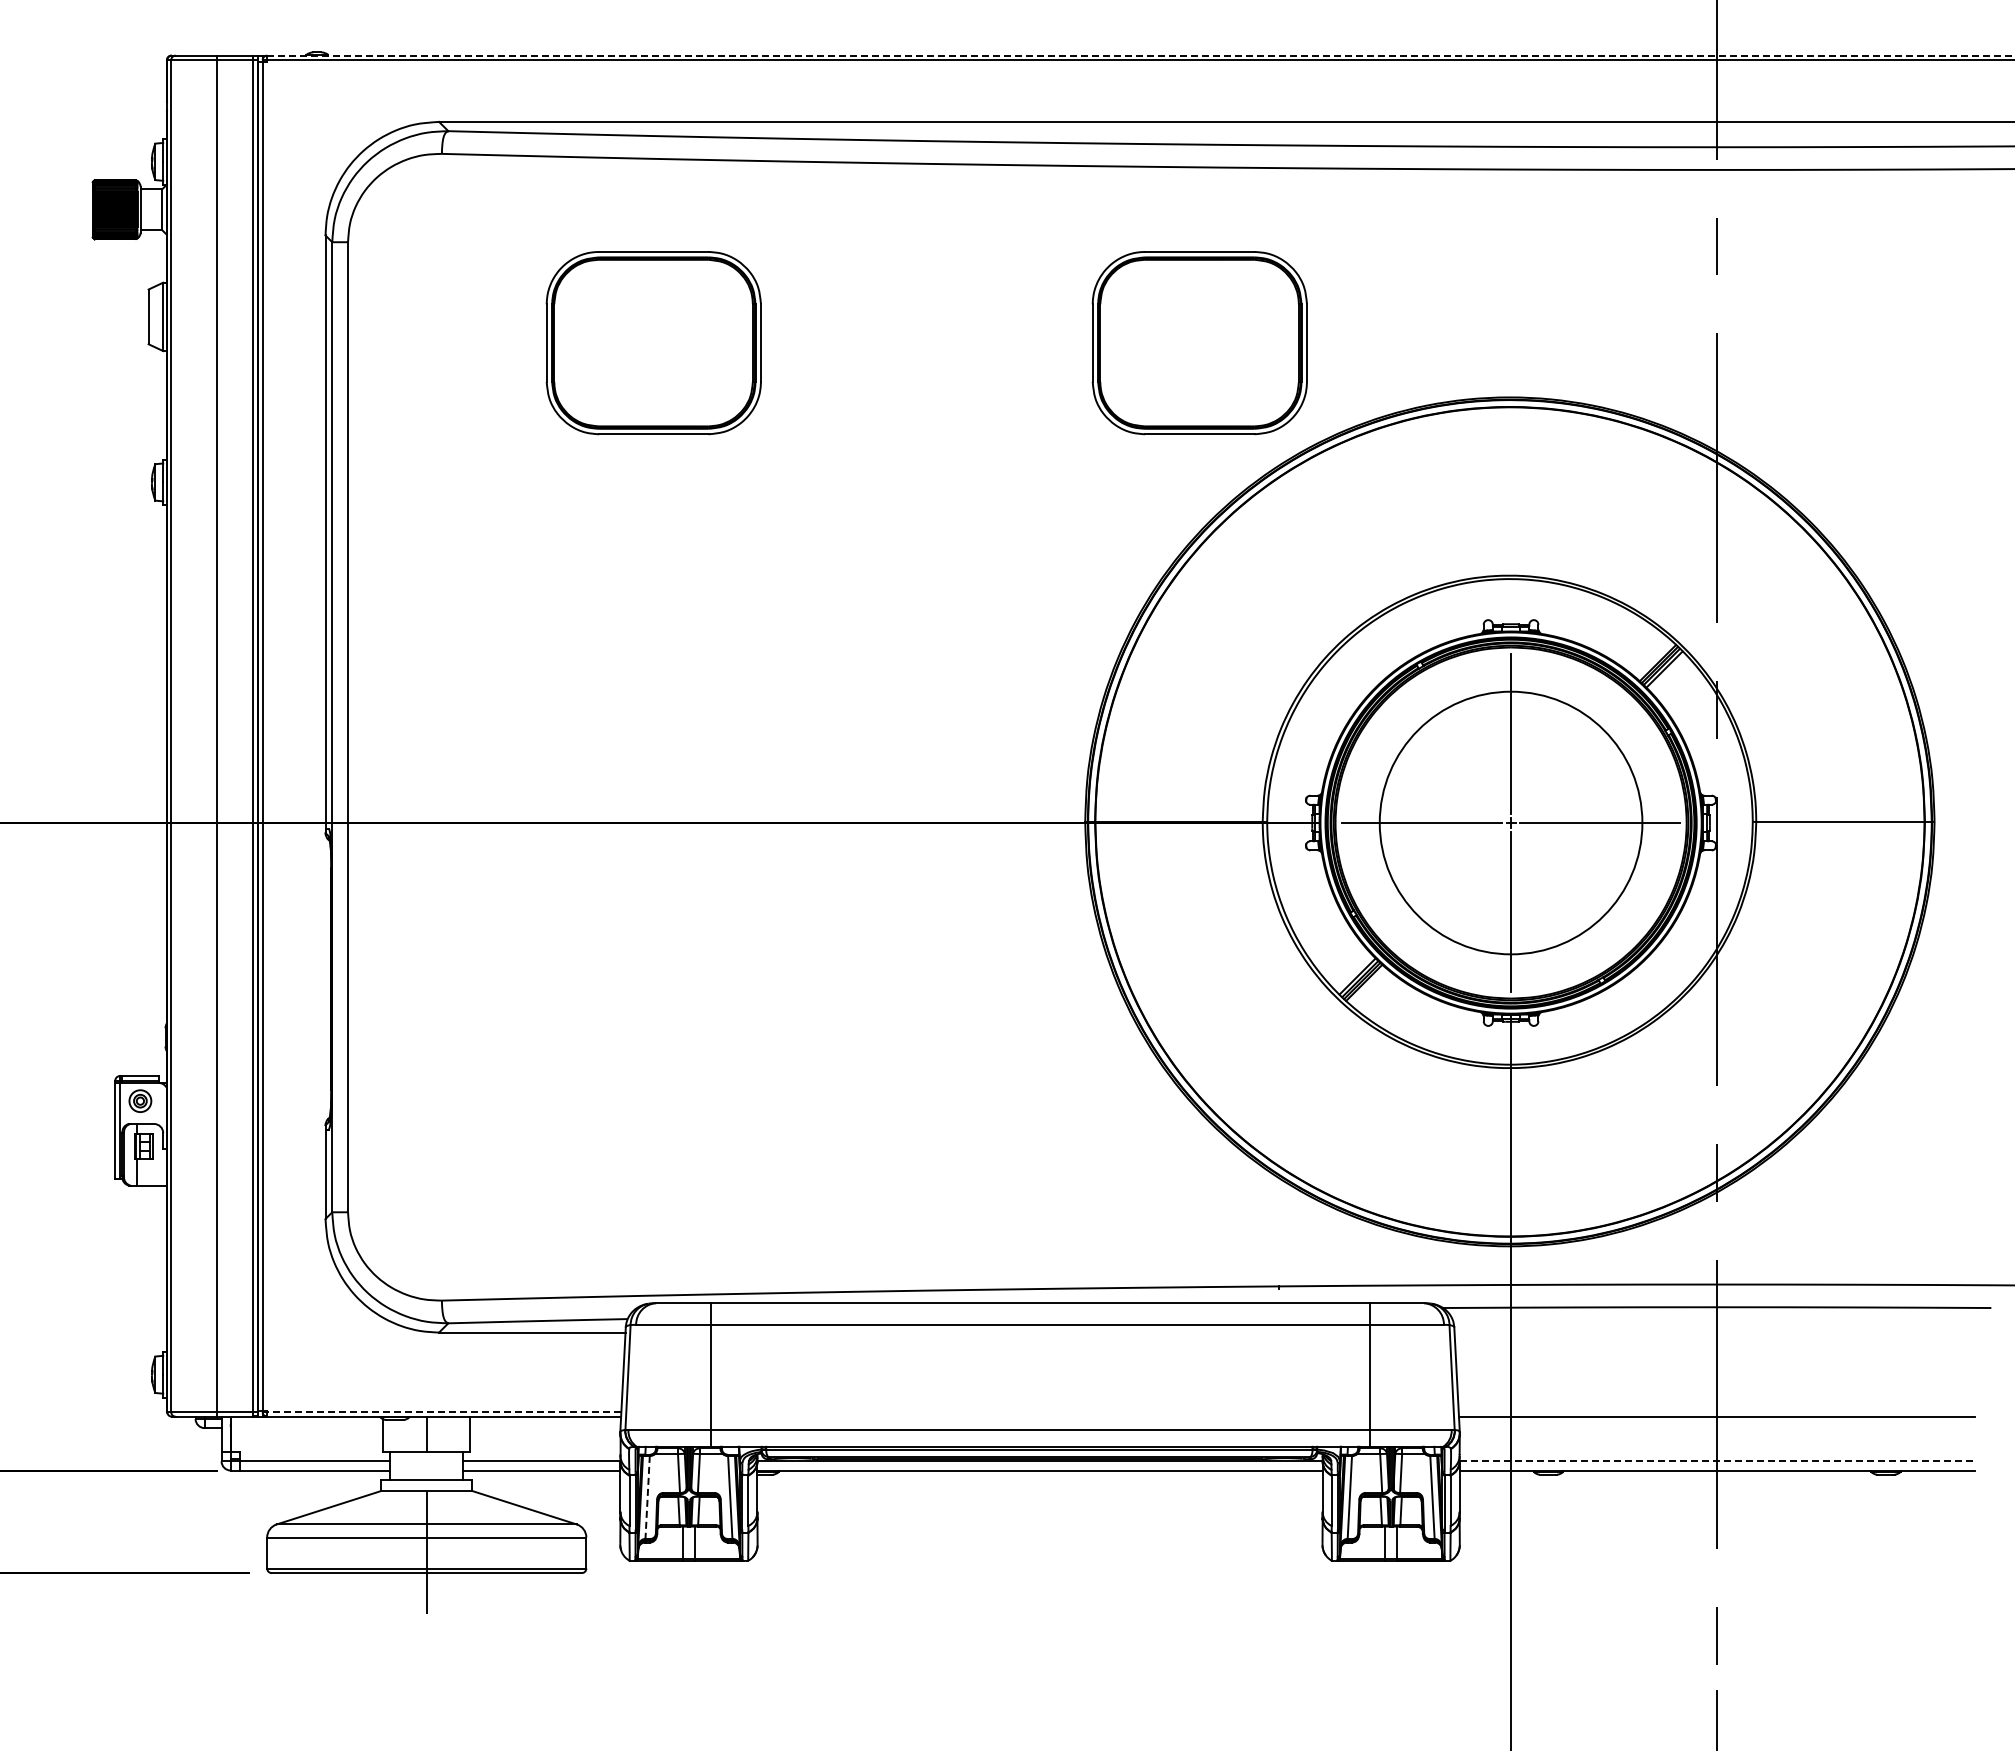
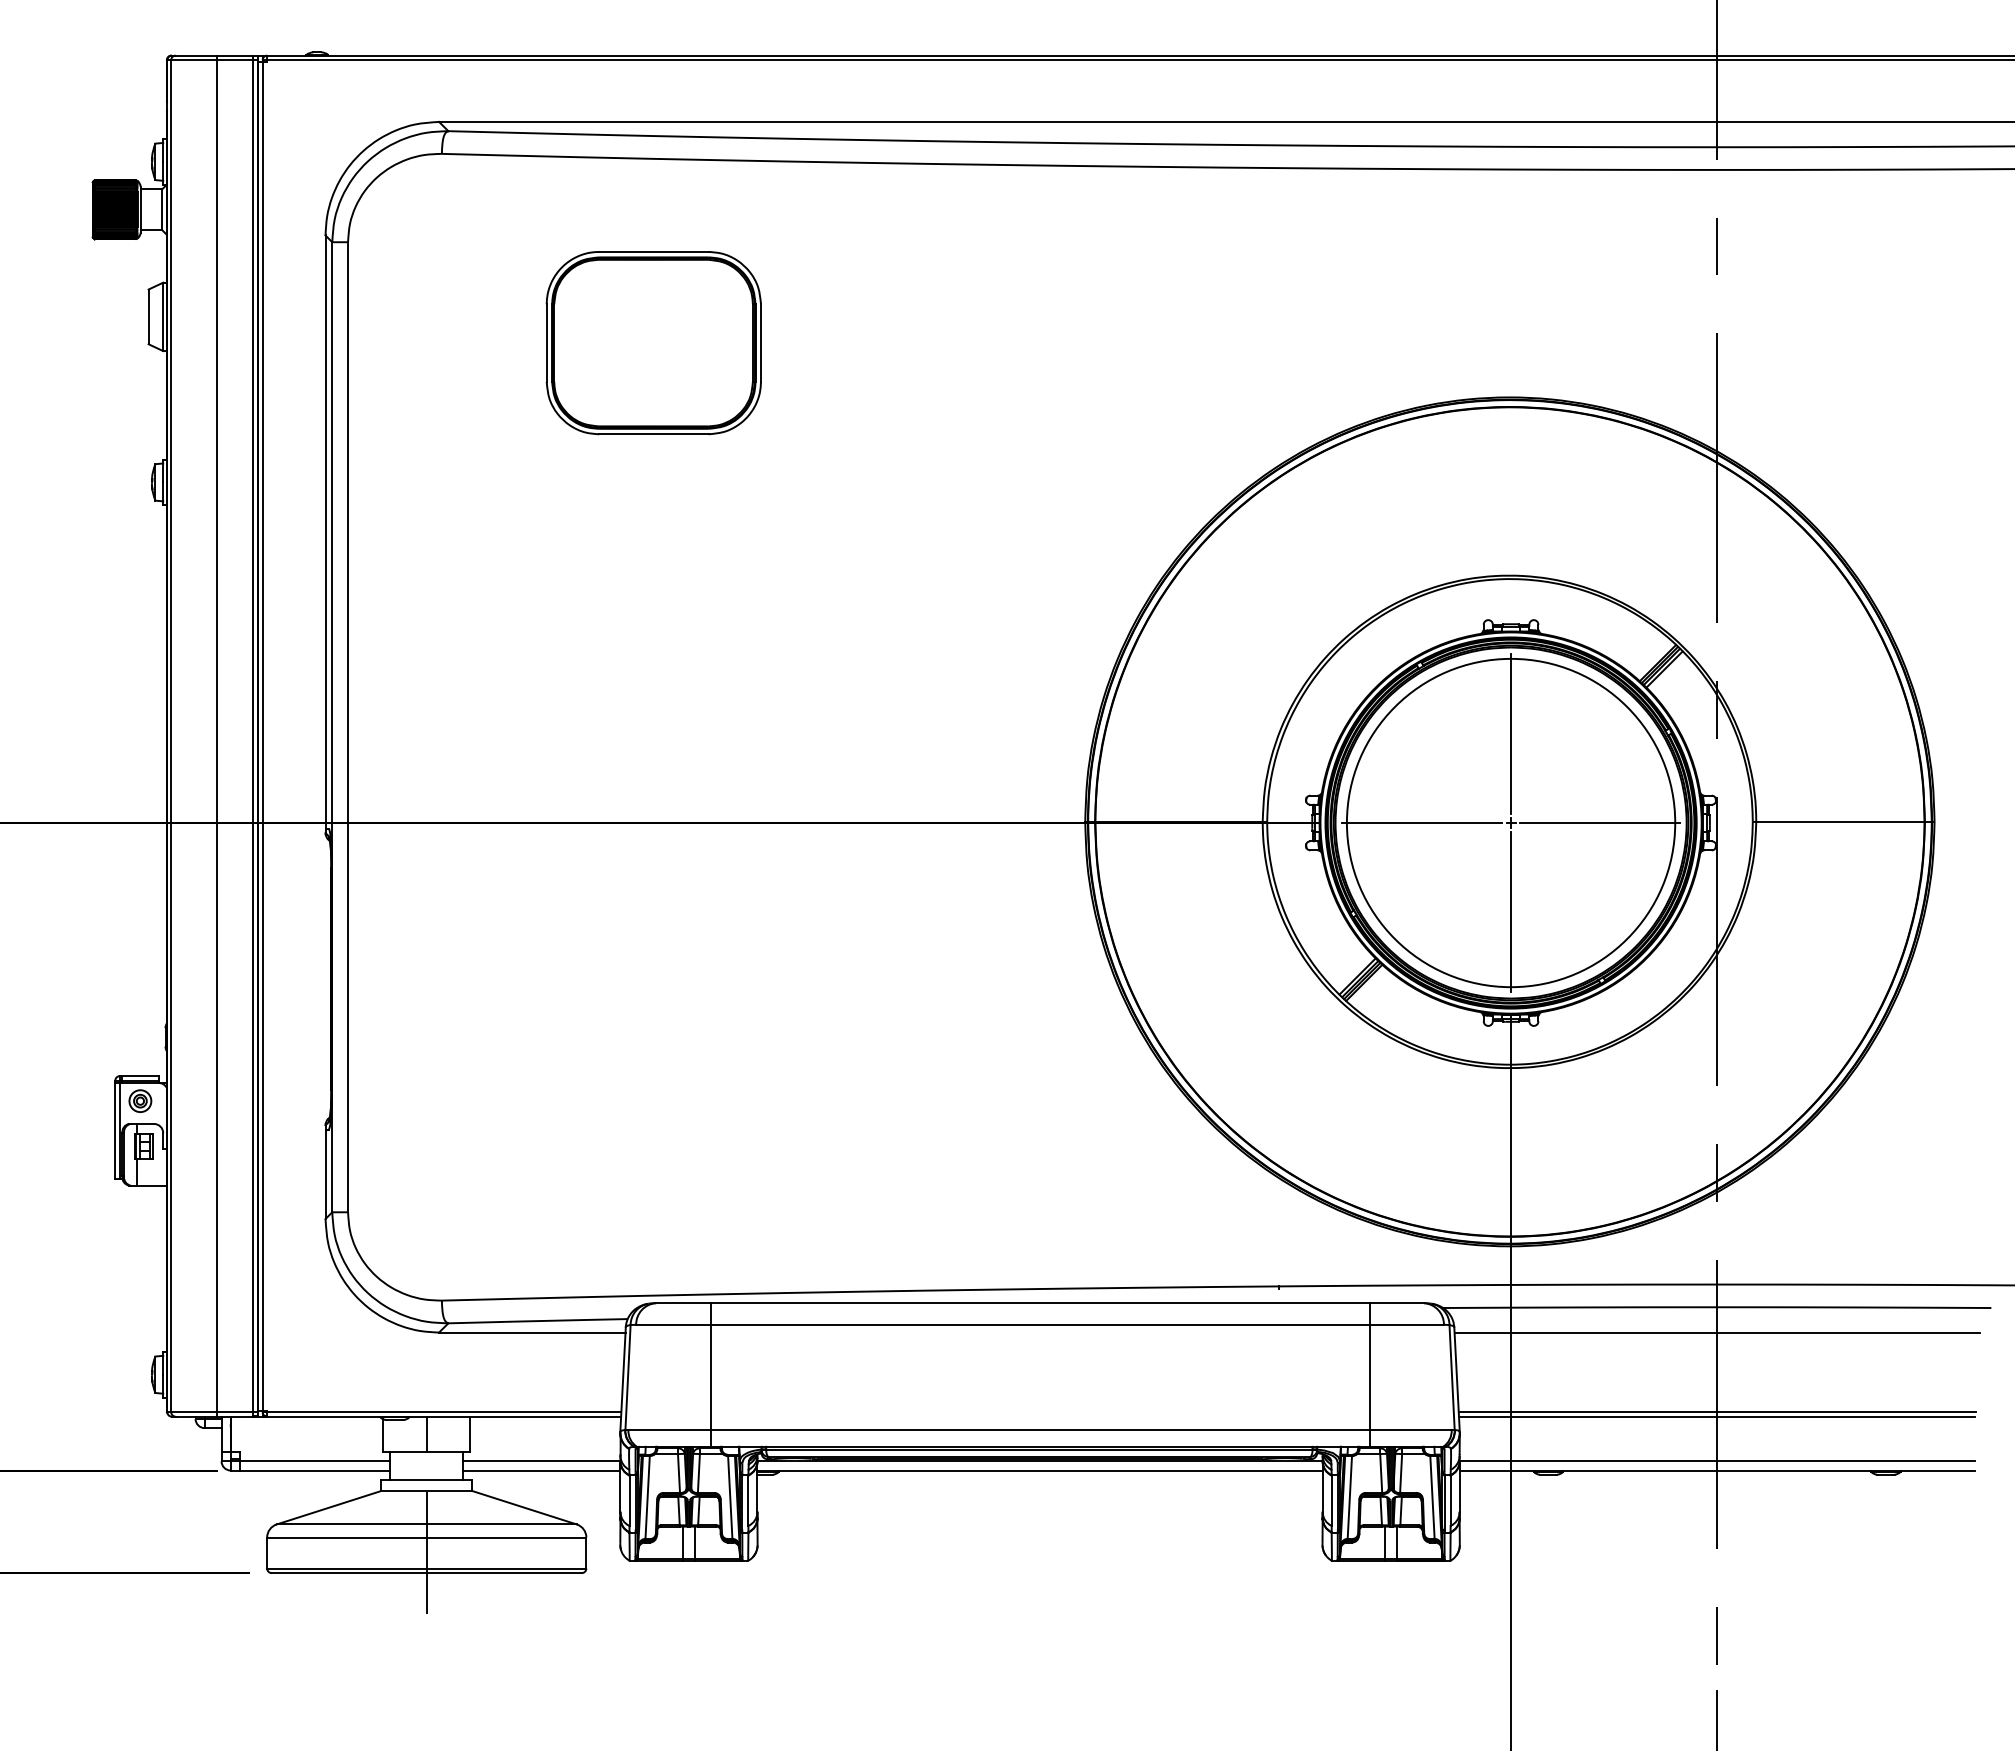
line at (1141, 55): dashed -> solid
part at (1199, 343): present -> none
circle at (1510, 822) diameter: 263 px -> 328 px
line at (1716, 1332): none -> present
line at (443, 1412): dashed -> solid
line at (1716, 1412): none -> present
line at (1717, 1461): dashed -> solid
line at (647, 1497): dashed -> solid
